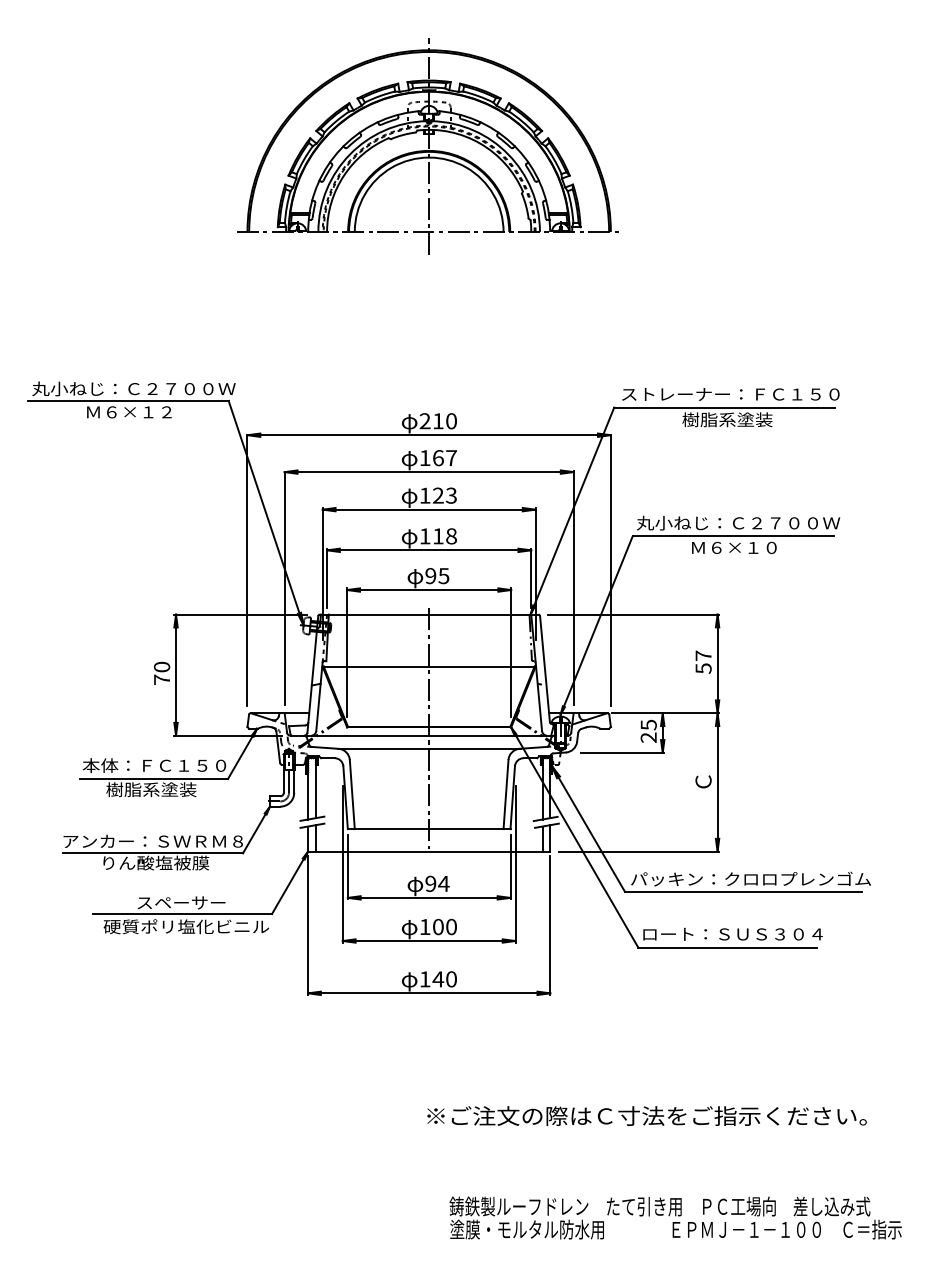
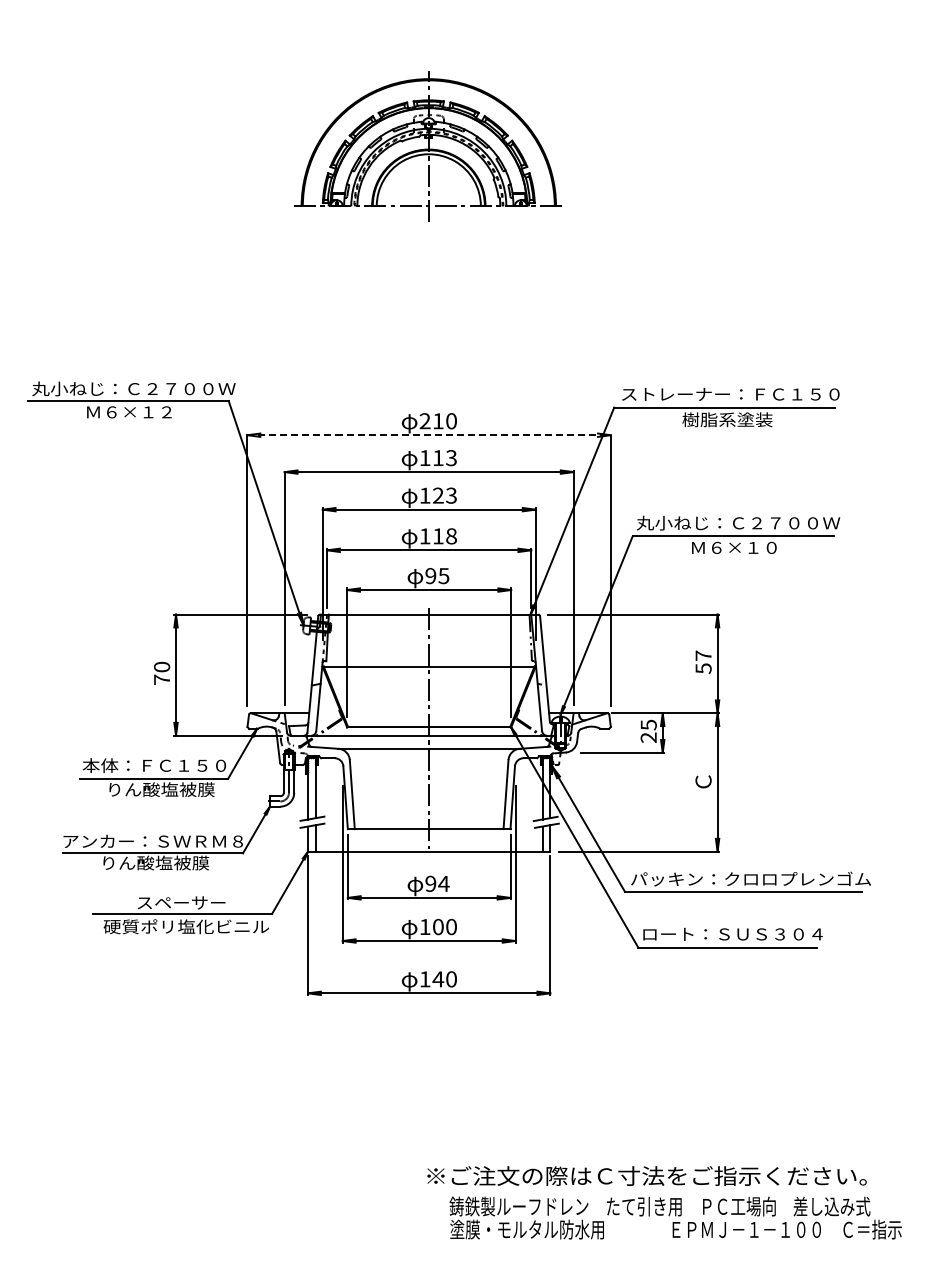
part at (427, 146) size: 382x217 px -> 268x151 px
line at (429, 435): solid -> dashed
text at (444, 458): 167 -> 113
text at (160, 789): 樹脂系塗装 -> りん酸塩被膜
text at (646, 1115) position: (646, 1115) -> (646, 1175)
